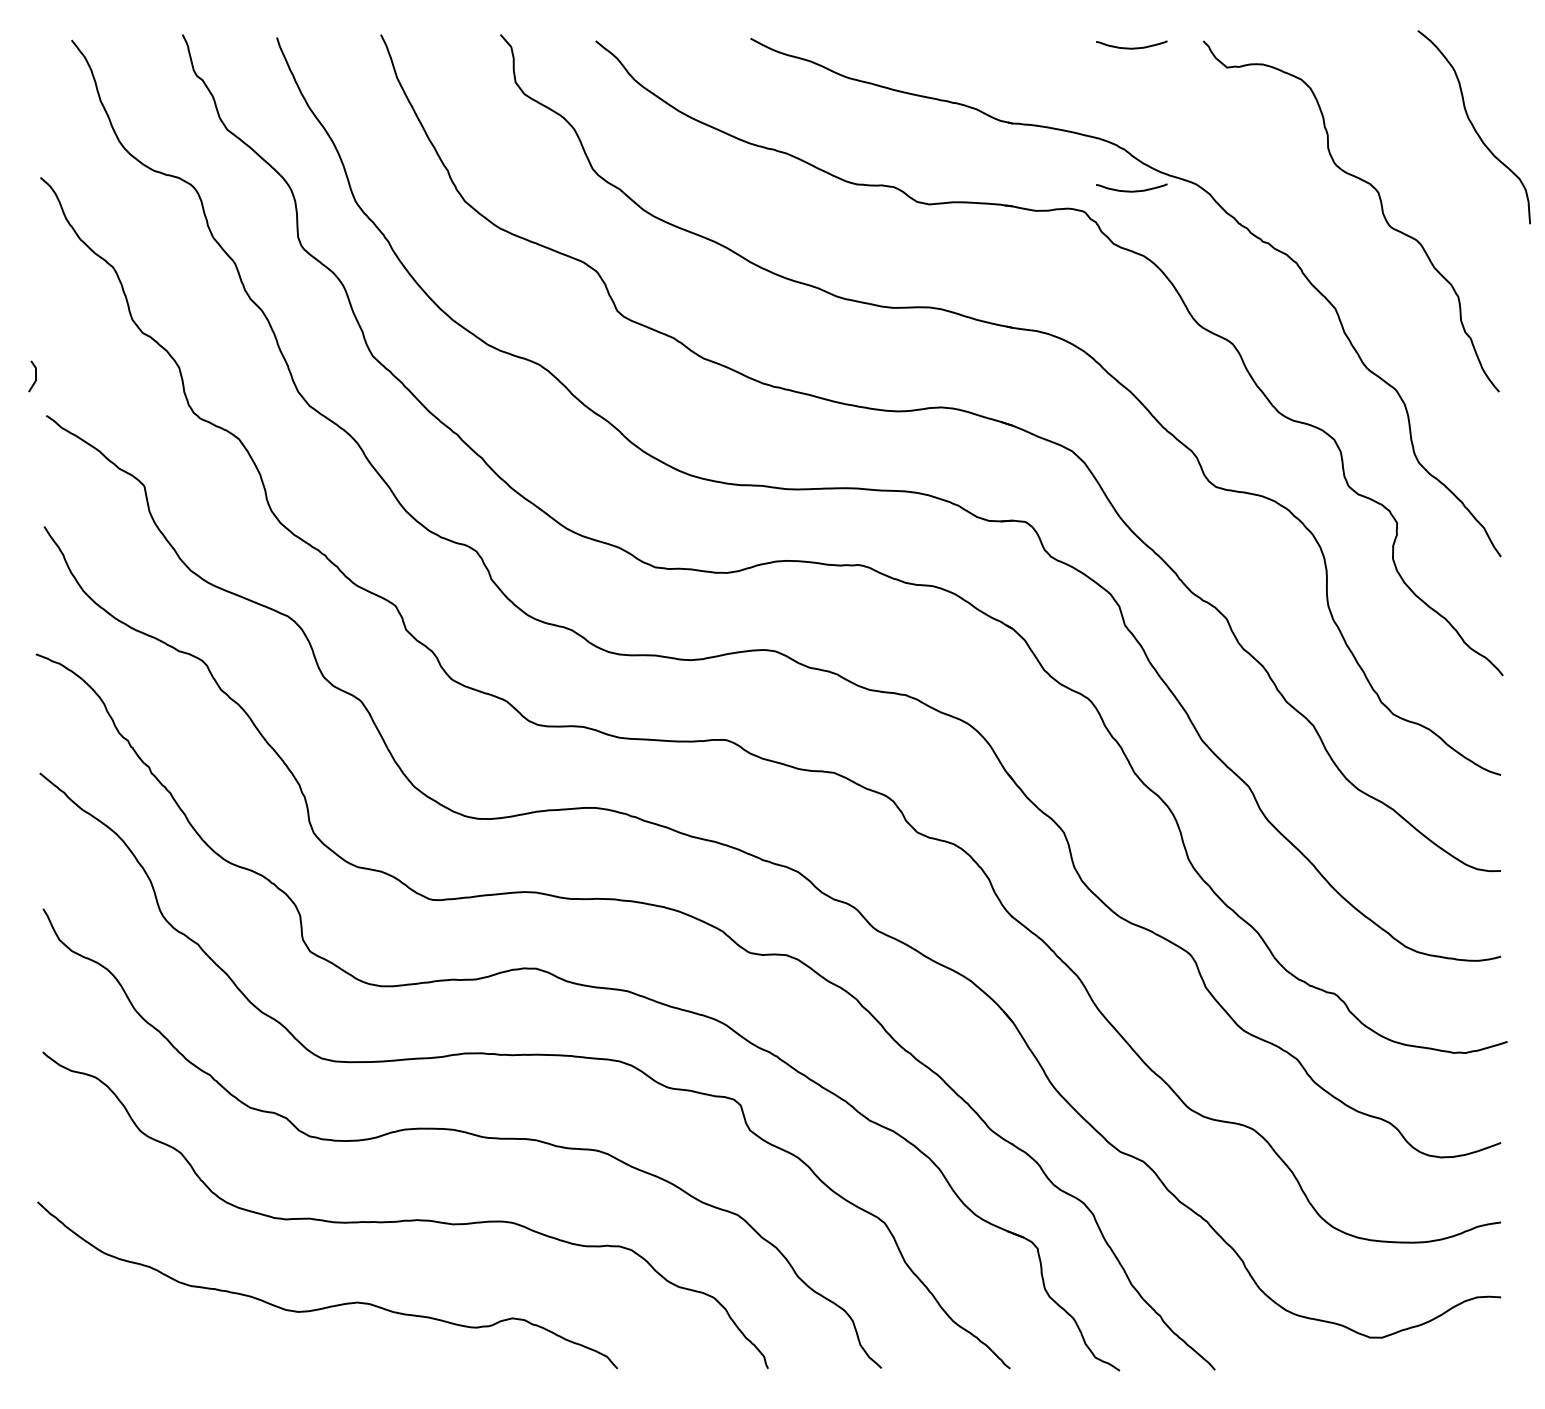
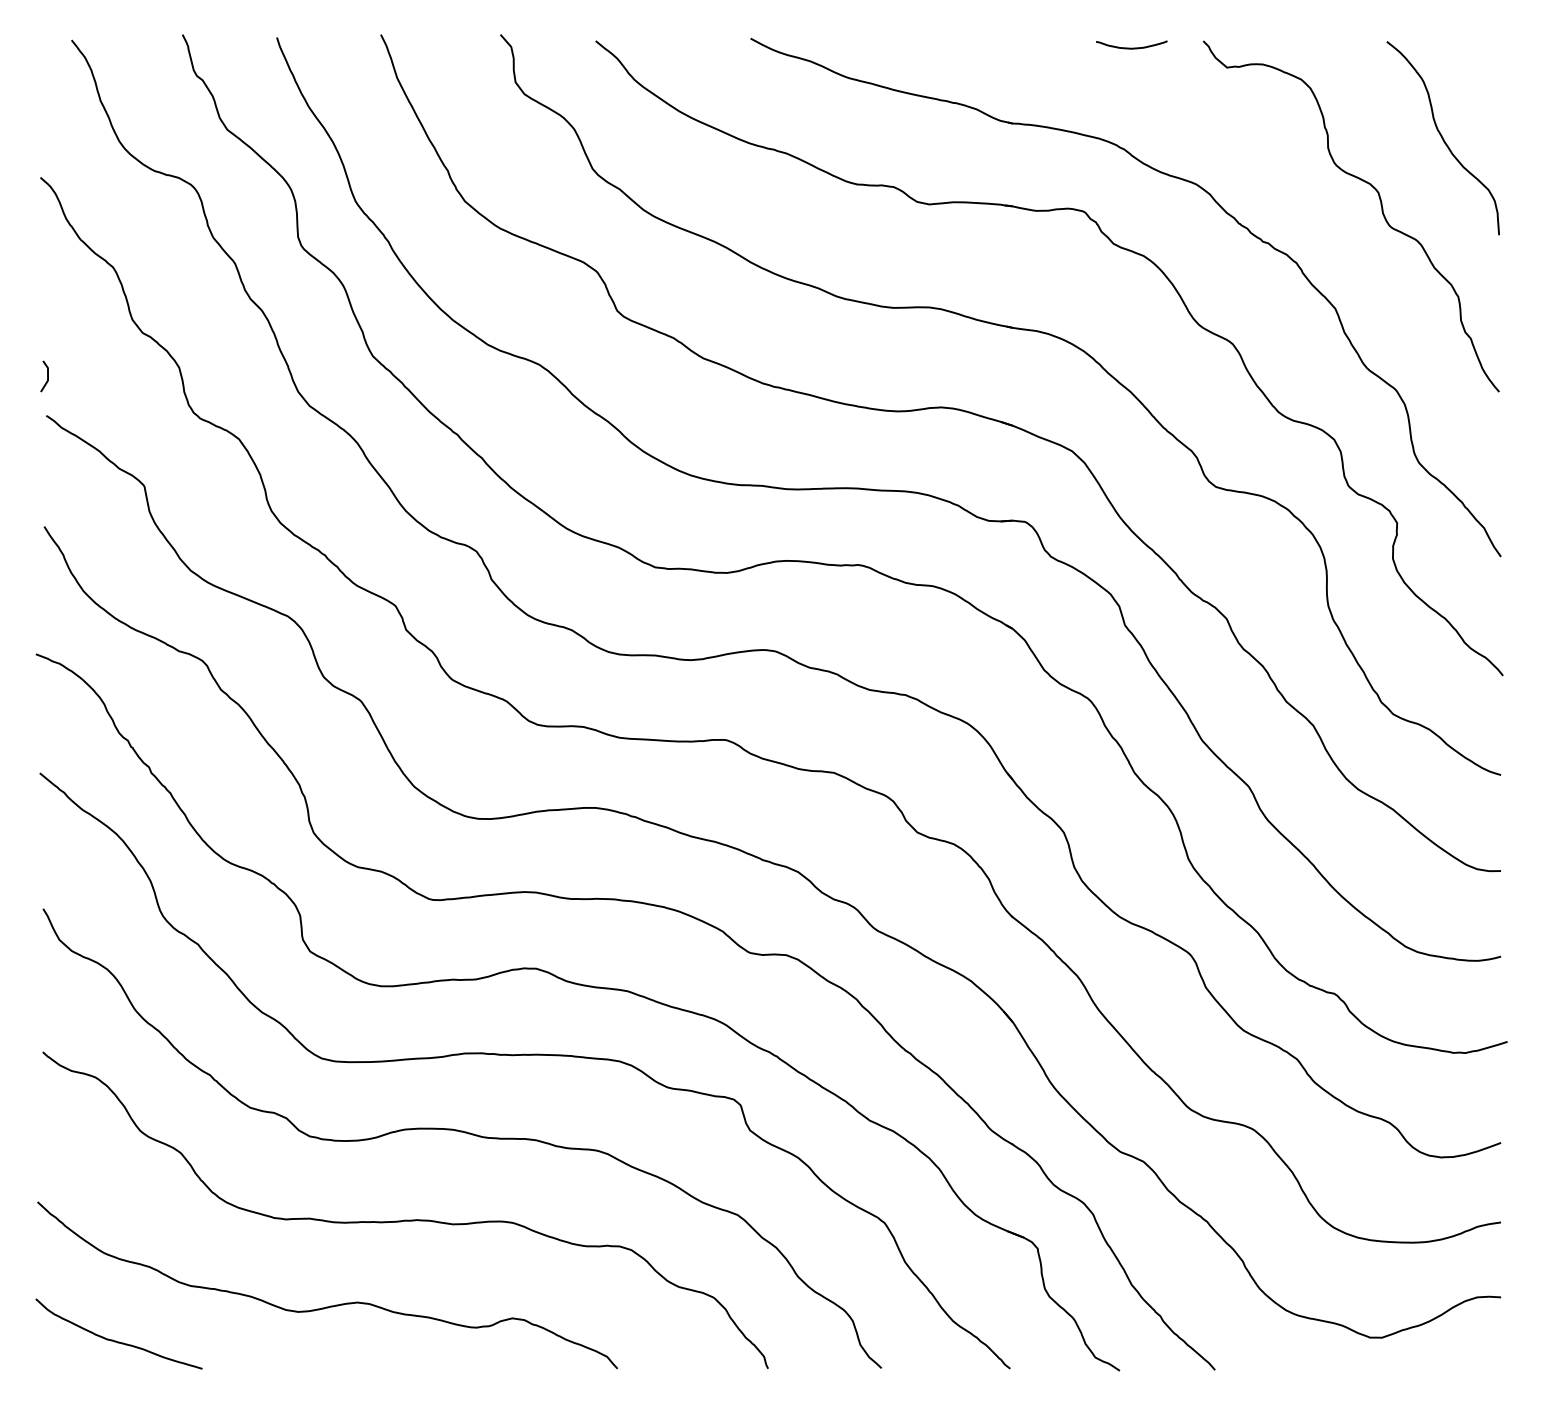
curve at (1473, 127) position: (1473, 127) -> (1442, 138)
curve at (1131, 190): present -> none
curve at (35, 376) position: (35, 376) -> (47, 376)
curve at (116, 1340): none -> present
